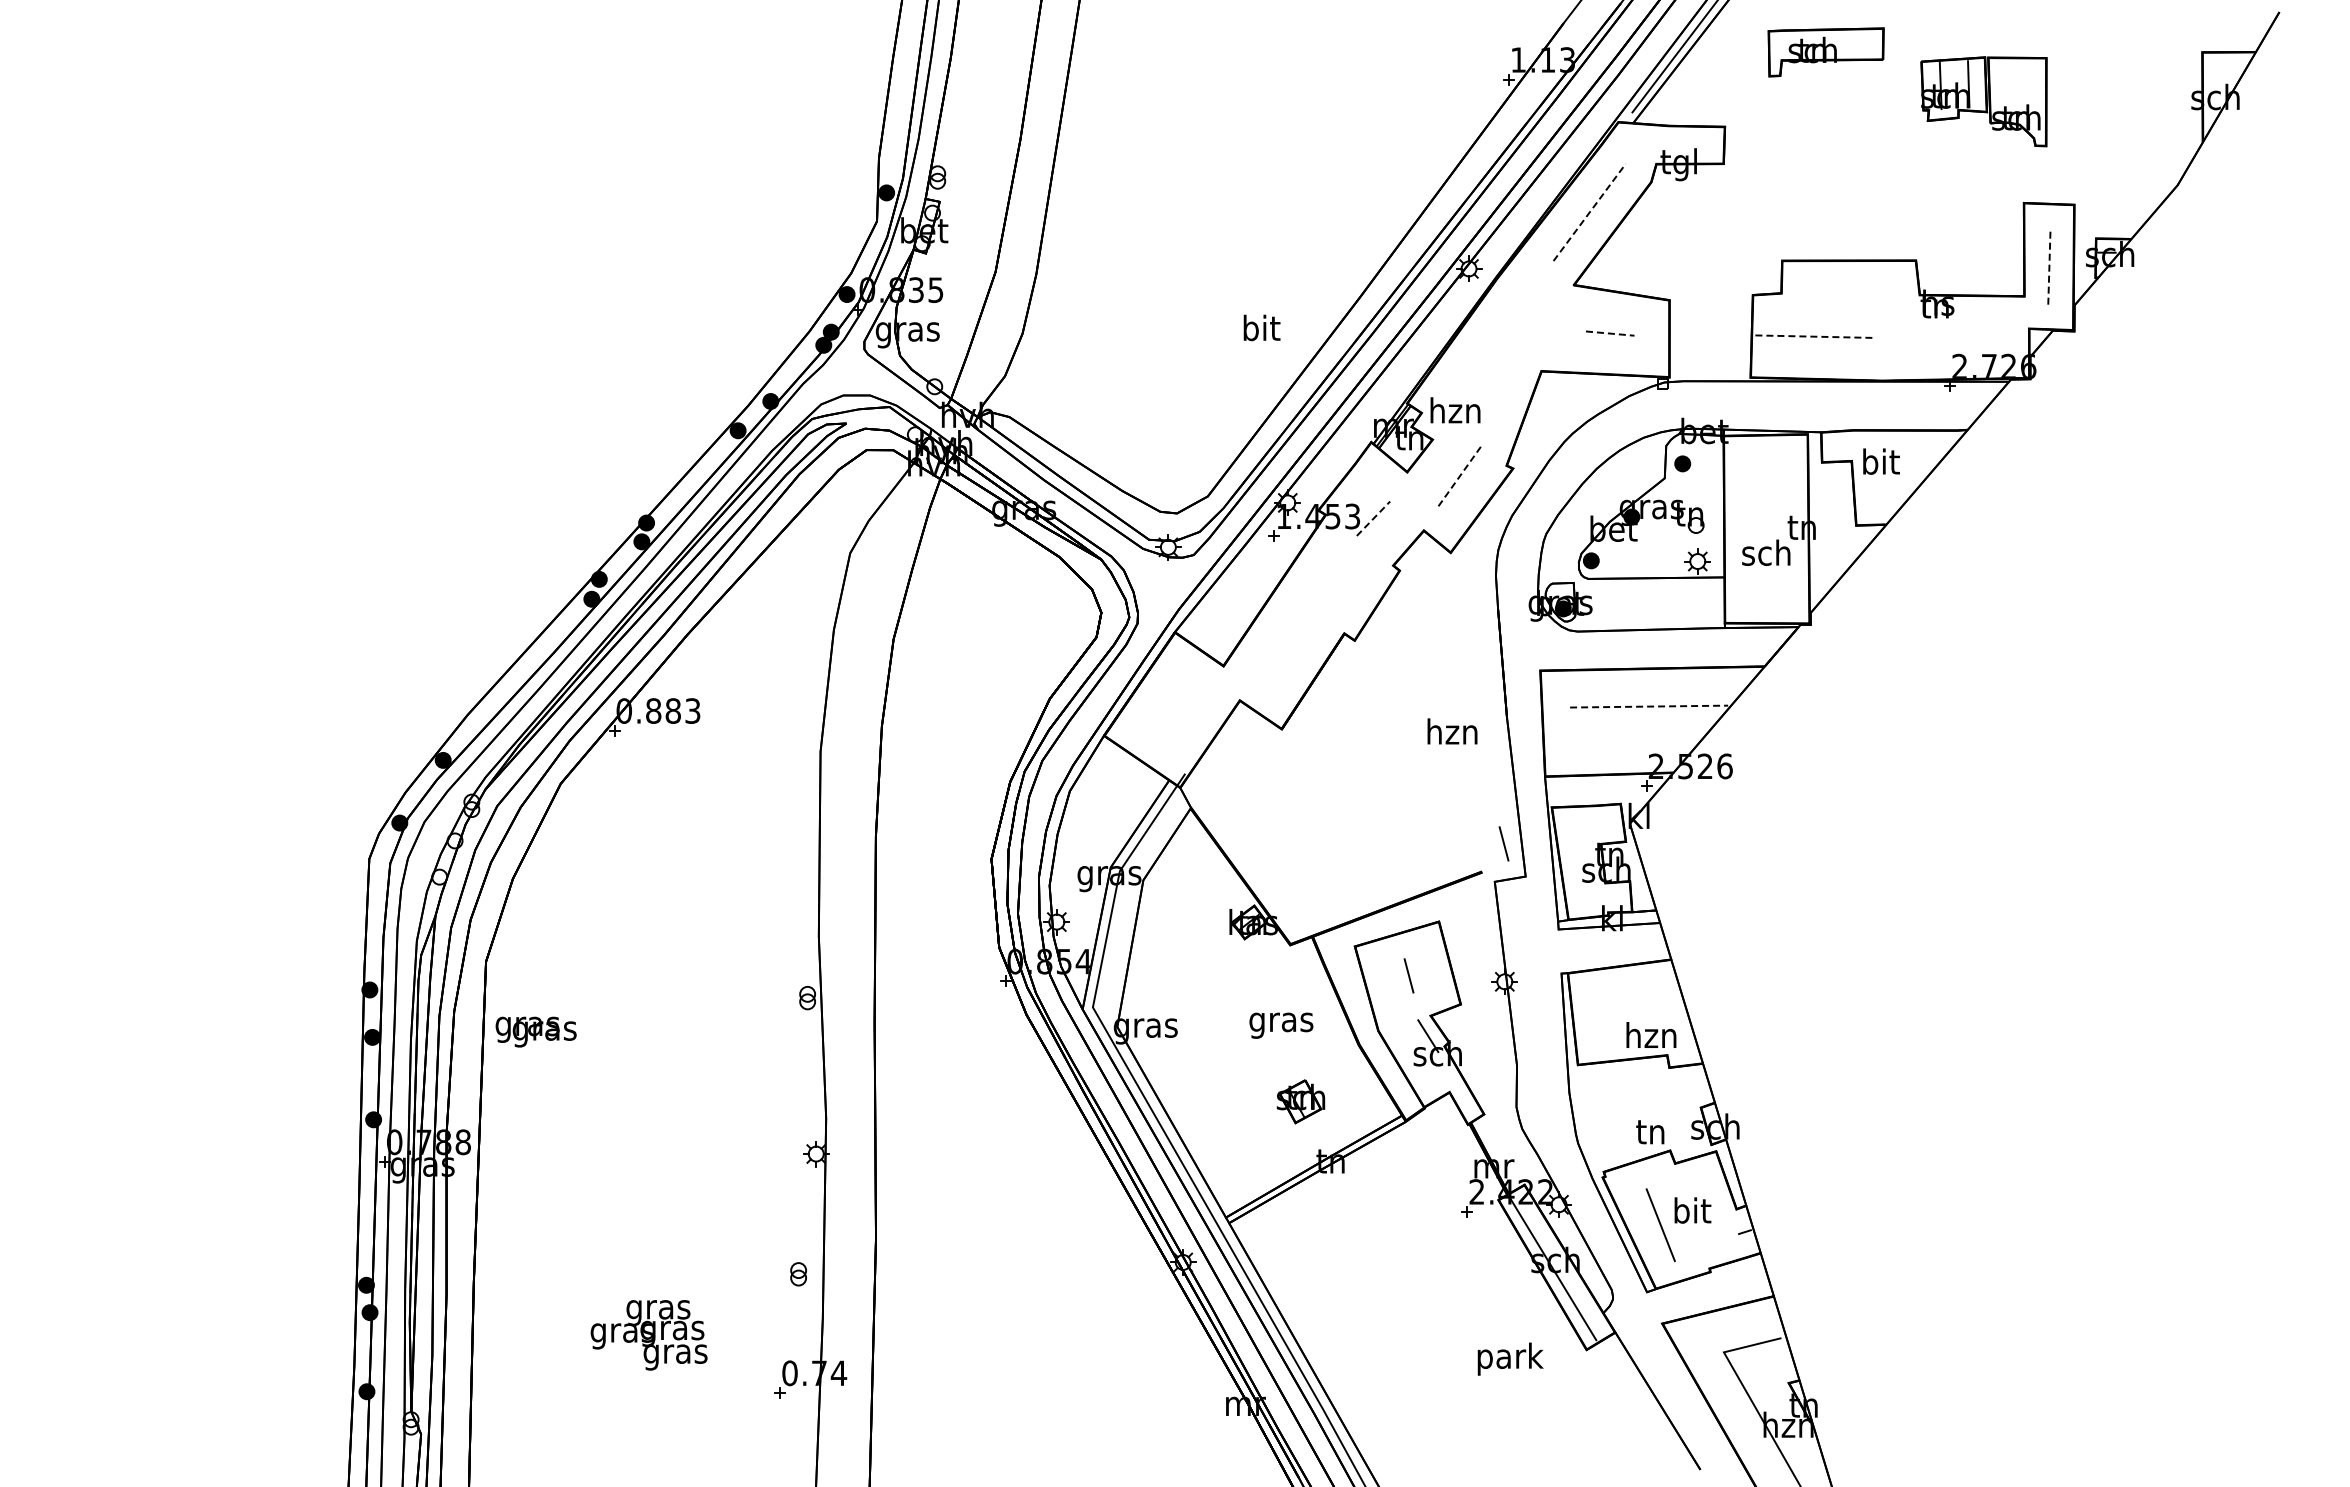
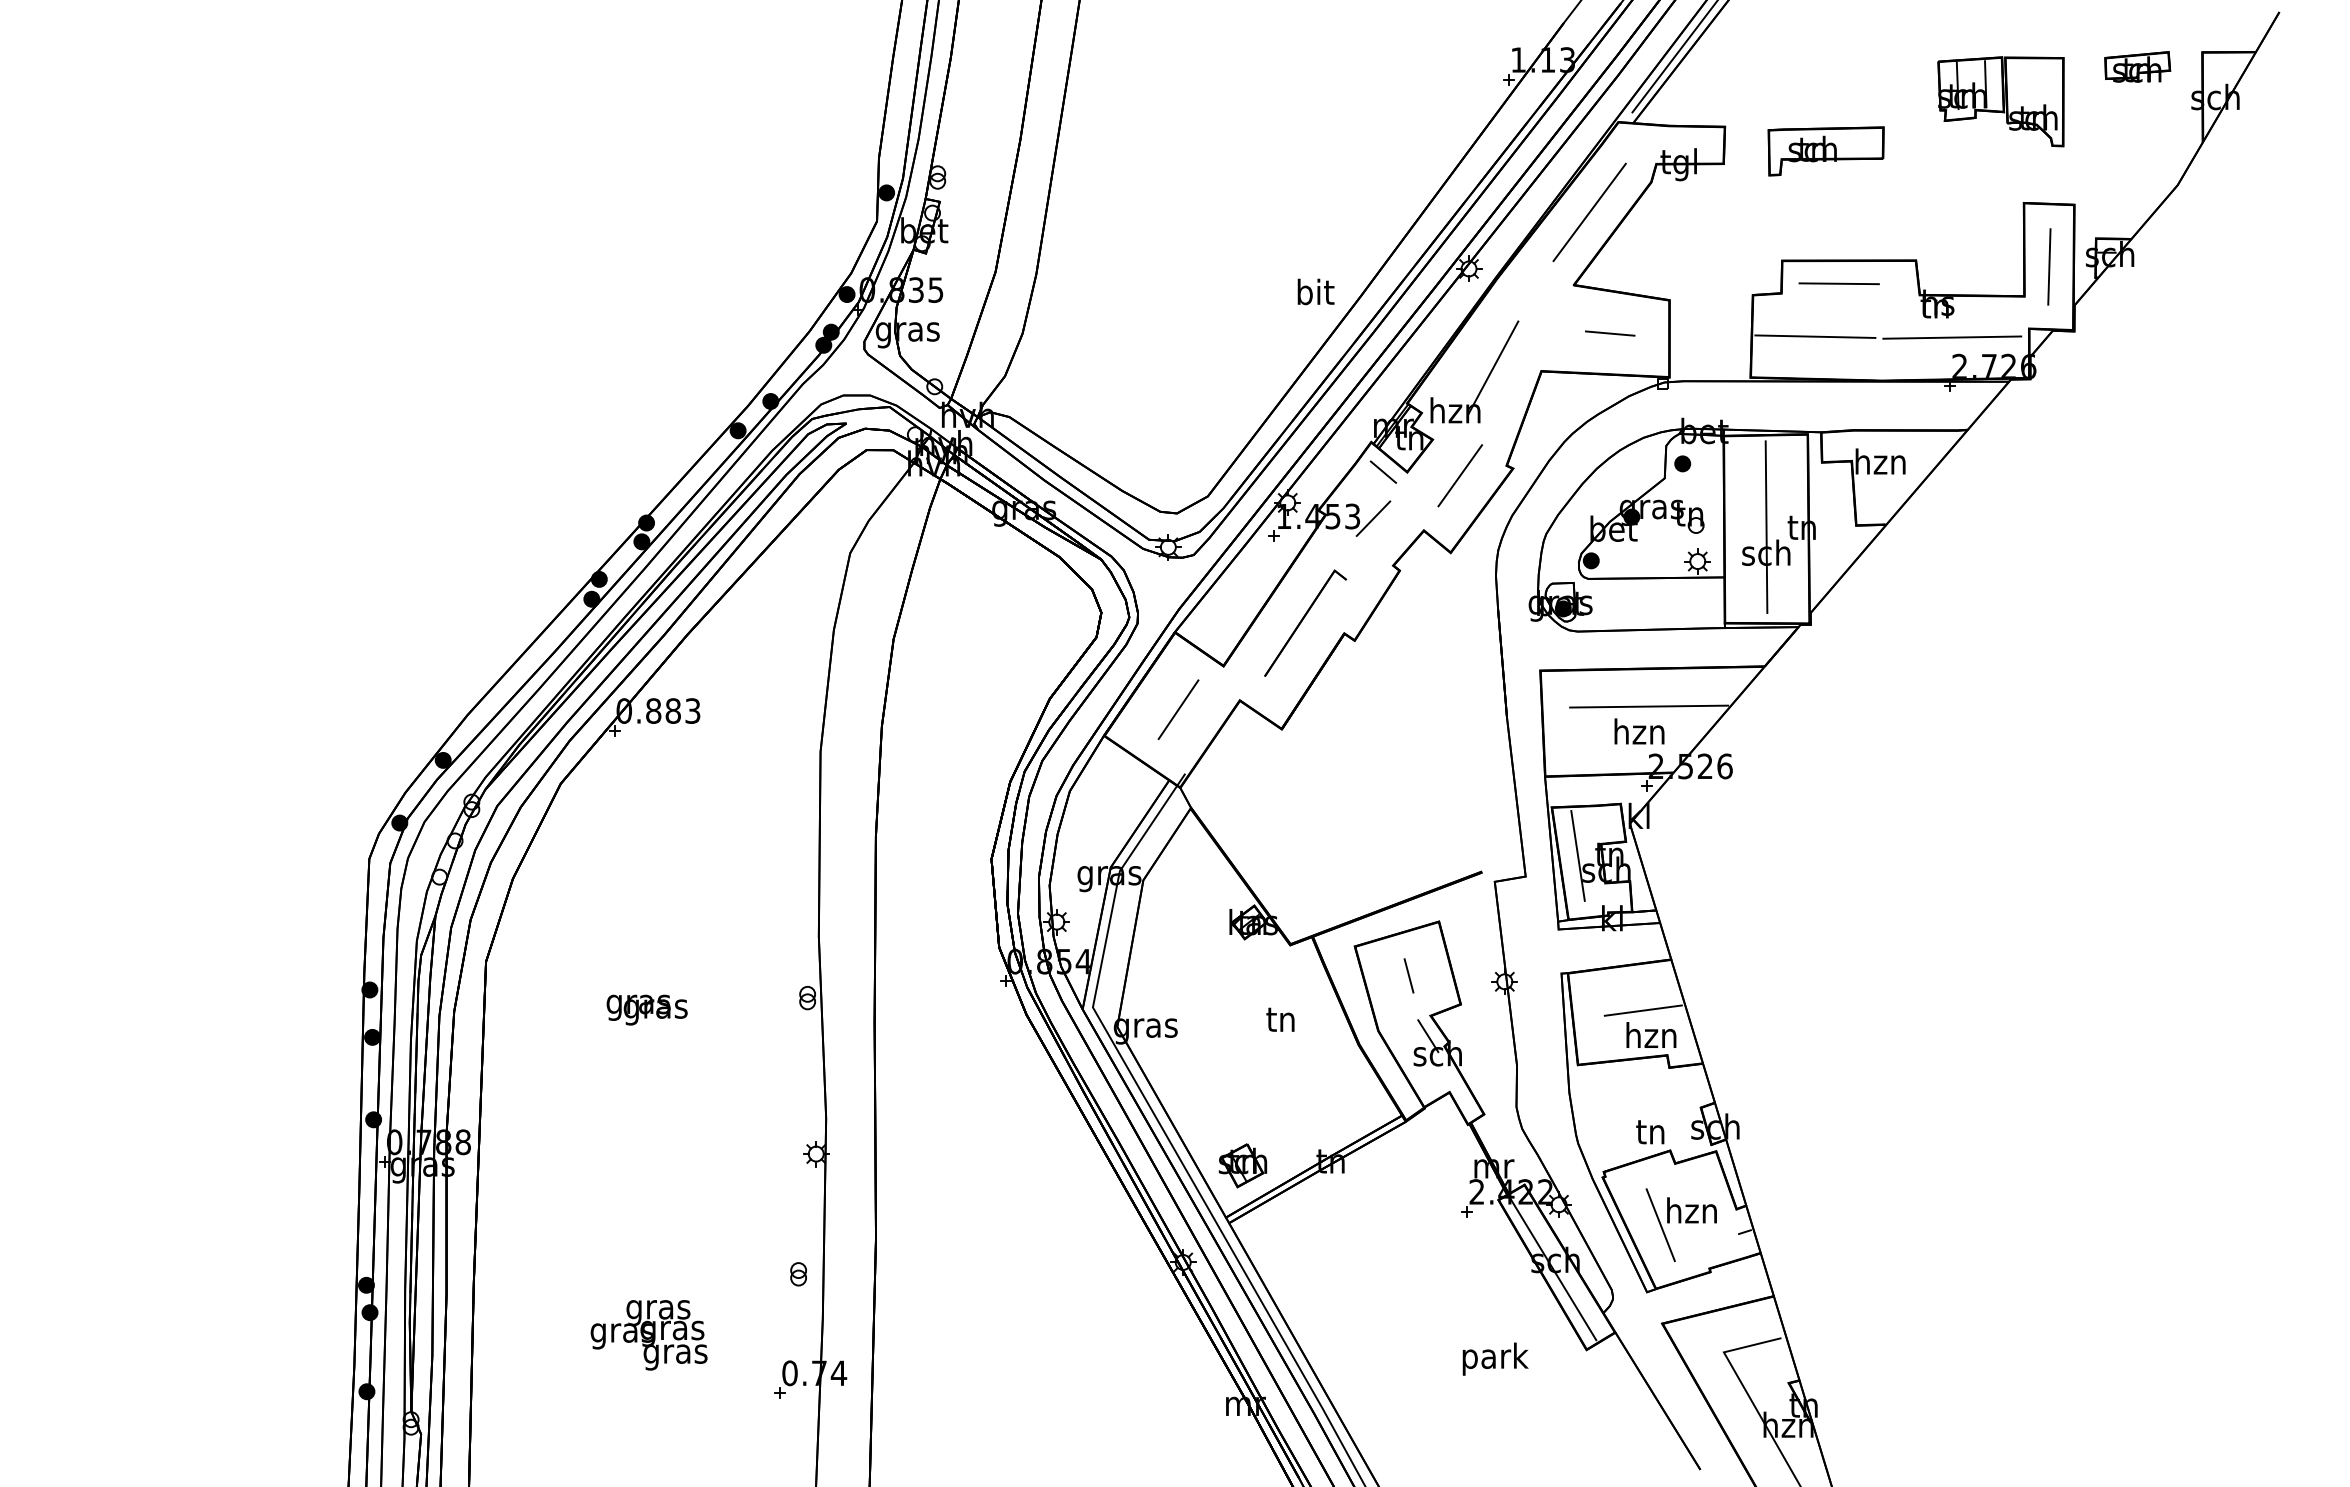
part at (1825, 52) position: (1825, 52) -> (1825, 151)
part at (2137, 66): none -> present
part at (1983, 101) position: (1983, 101) -> (2000, 101)
line at (1589, 212): dashed -> solid
line at (2049, 266): dashed -> solid
line at (1838, 283): none -> present
text at (1261, 327) position: (1261, 327) -> (1315, 291)
line at (1610, 333): dashed -> solid
line at (1815, 336): dashed -> solid
line at (1952, 337): none -> present
line at (1493, 367): none -> present
text at (1880, 461): bit -> hzn
line at (1383, 471): none -> present
line at (1460, 475): dashed -> solid
line at (1373, 518): dashed -> solid
line at (1766, 527): none -> present
part at (1305, 622): none -> present
line at (1649, 706): dashed -> solid
line at (1178, 709): none -> present
text at (1452, 731) position: (1452, 731) -> (1639, 731)
line at (1503, 843): present -> none
line at (1577, 855): none -> present
line at (1642, 1010): none -> present
text at (1281, 1022): gras -> tn
text at (535, 1031) position: (535, 1031) -> (646, 1009)
part at (1300, 1101) position: (1300, 1101) -> (1242, 1165)
text at (1691, 1210): bit -> hzn
text at (1510, 1358) position: (1510, 1358) -> (1495, 1358)
